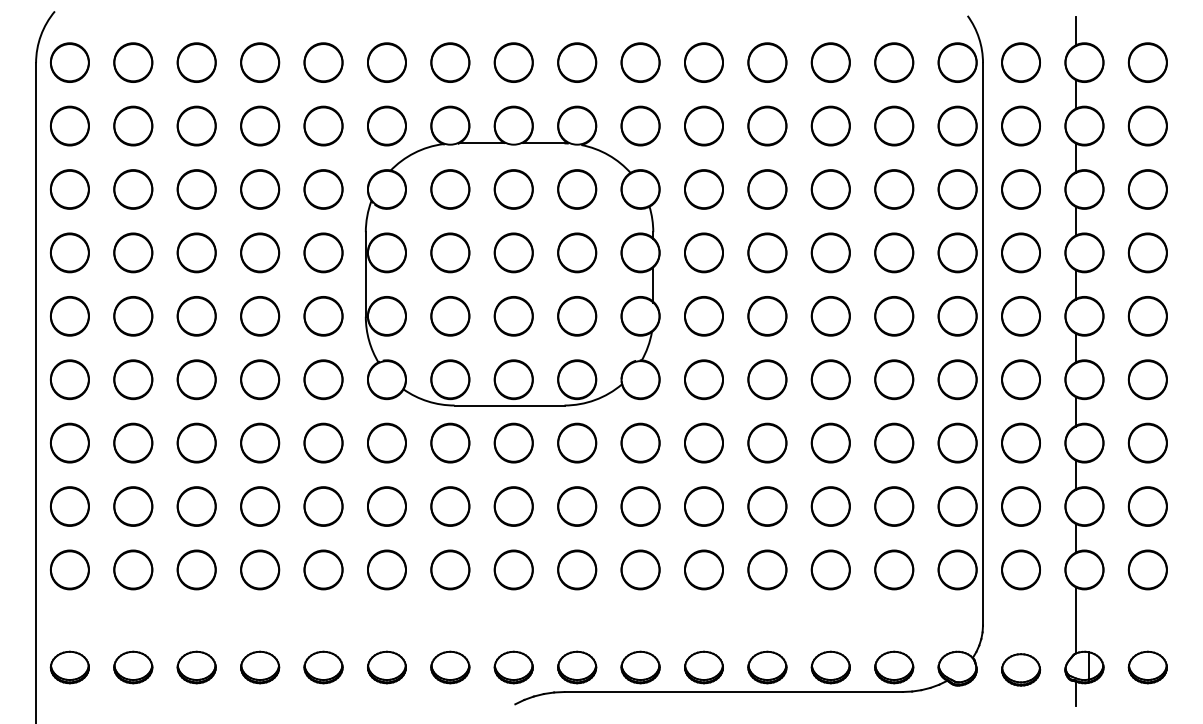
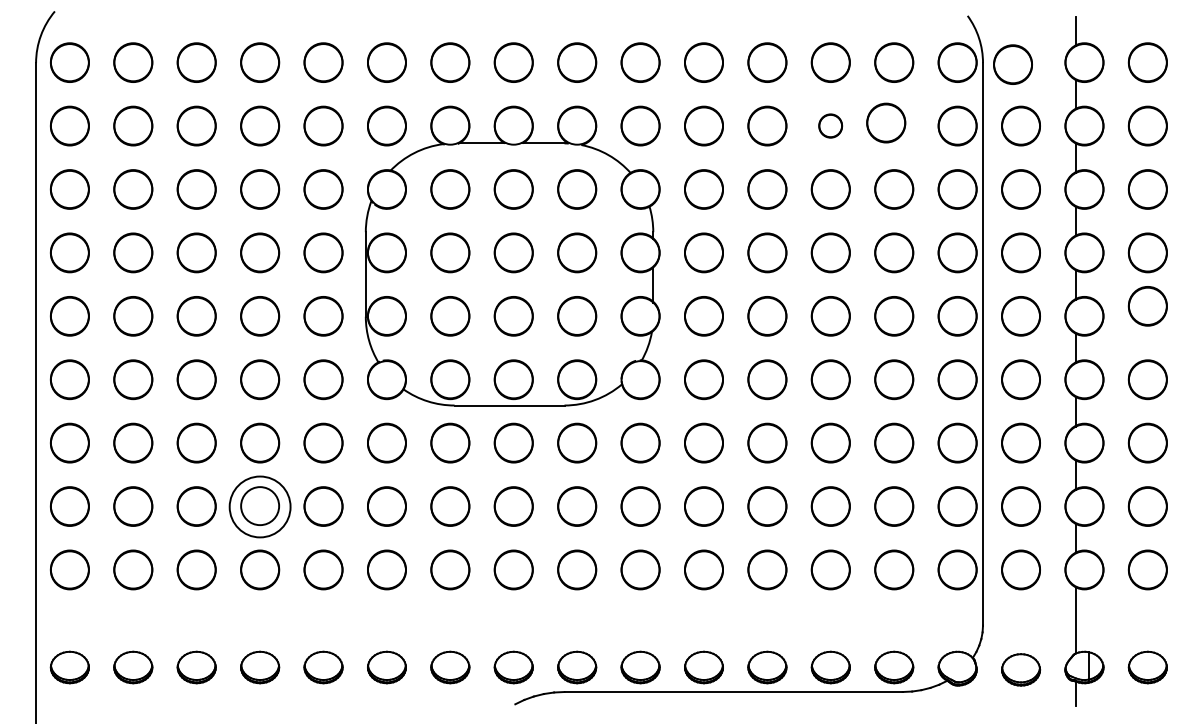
circle at (1020, 62) position: (1020, 62) -> (1012, 64)
part at (830, 125) size: 41x42 px -> 26x26 px
part at (894, 125) position: (894, 125) -> (886, 122)
circle at (1147, 316) position: (1147, 316) -> (1147, 306)
circle at (260, 506) diameter: 38 px -> 61 px
